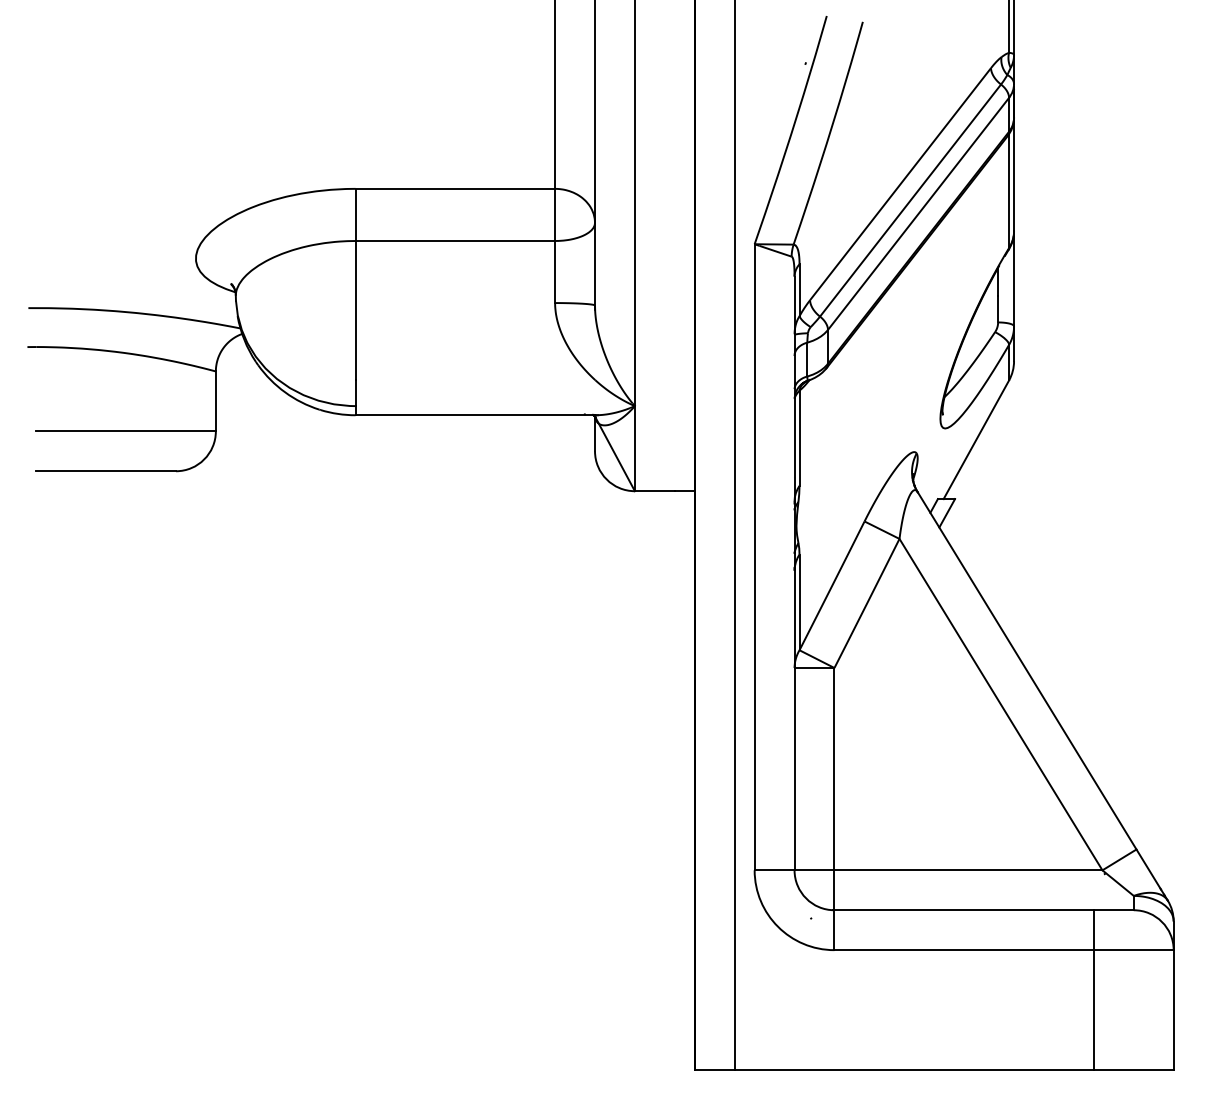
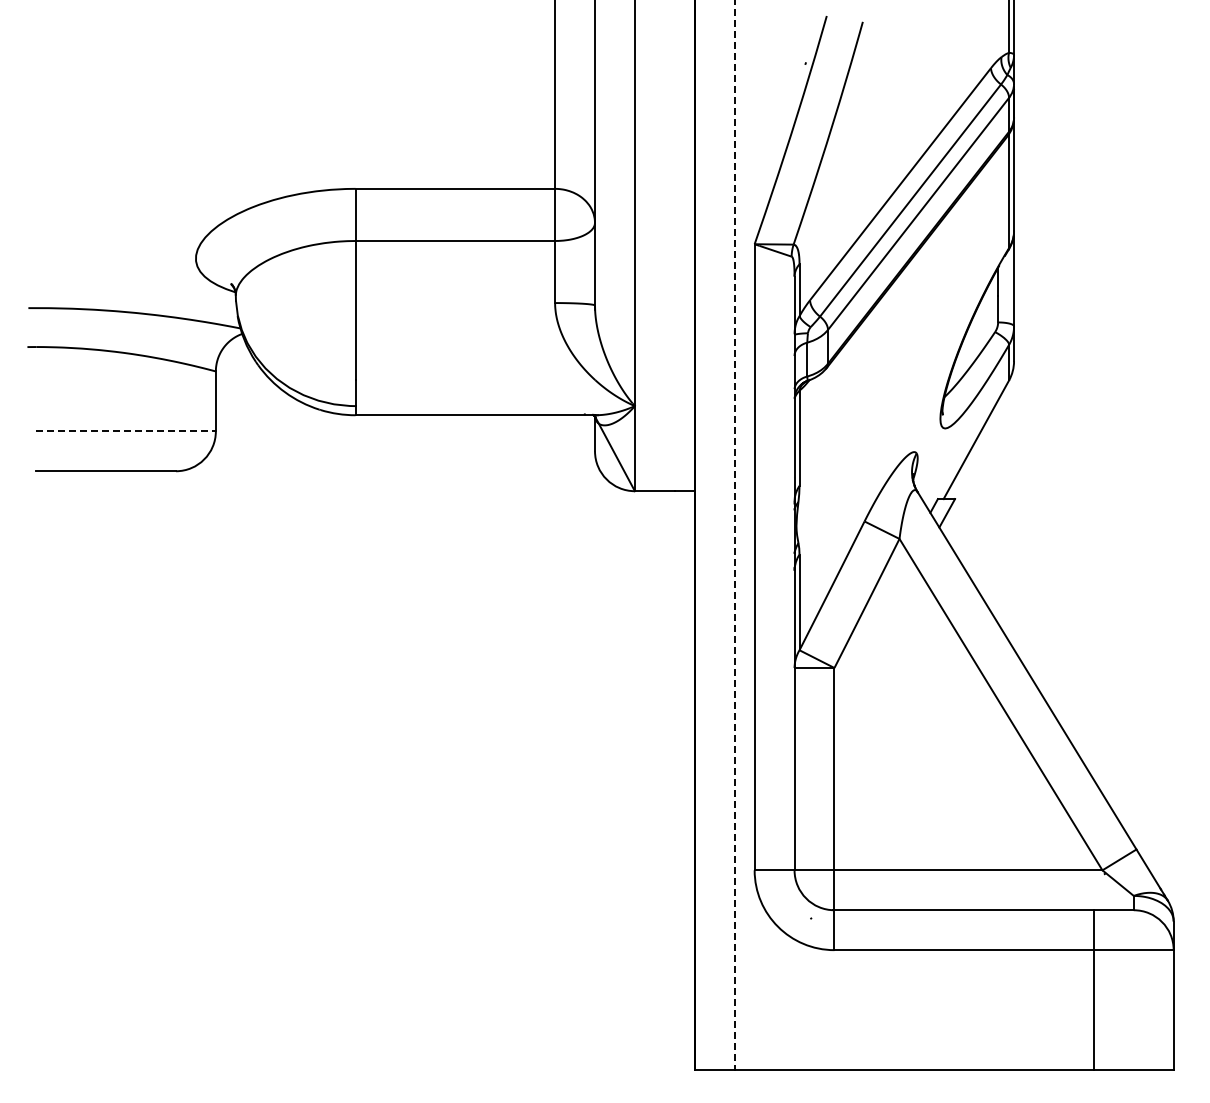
line at (126, 431): solid -> dashed
line at (734, 535): solid -> dashed
